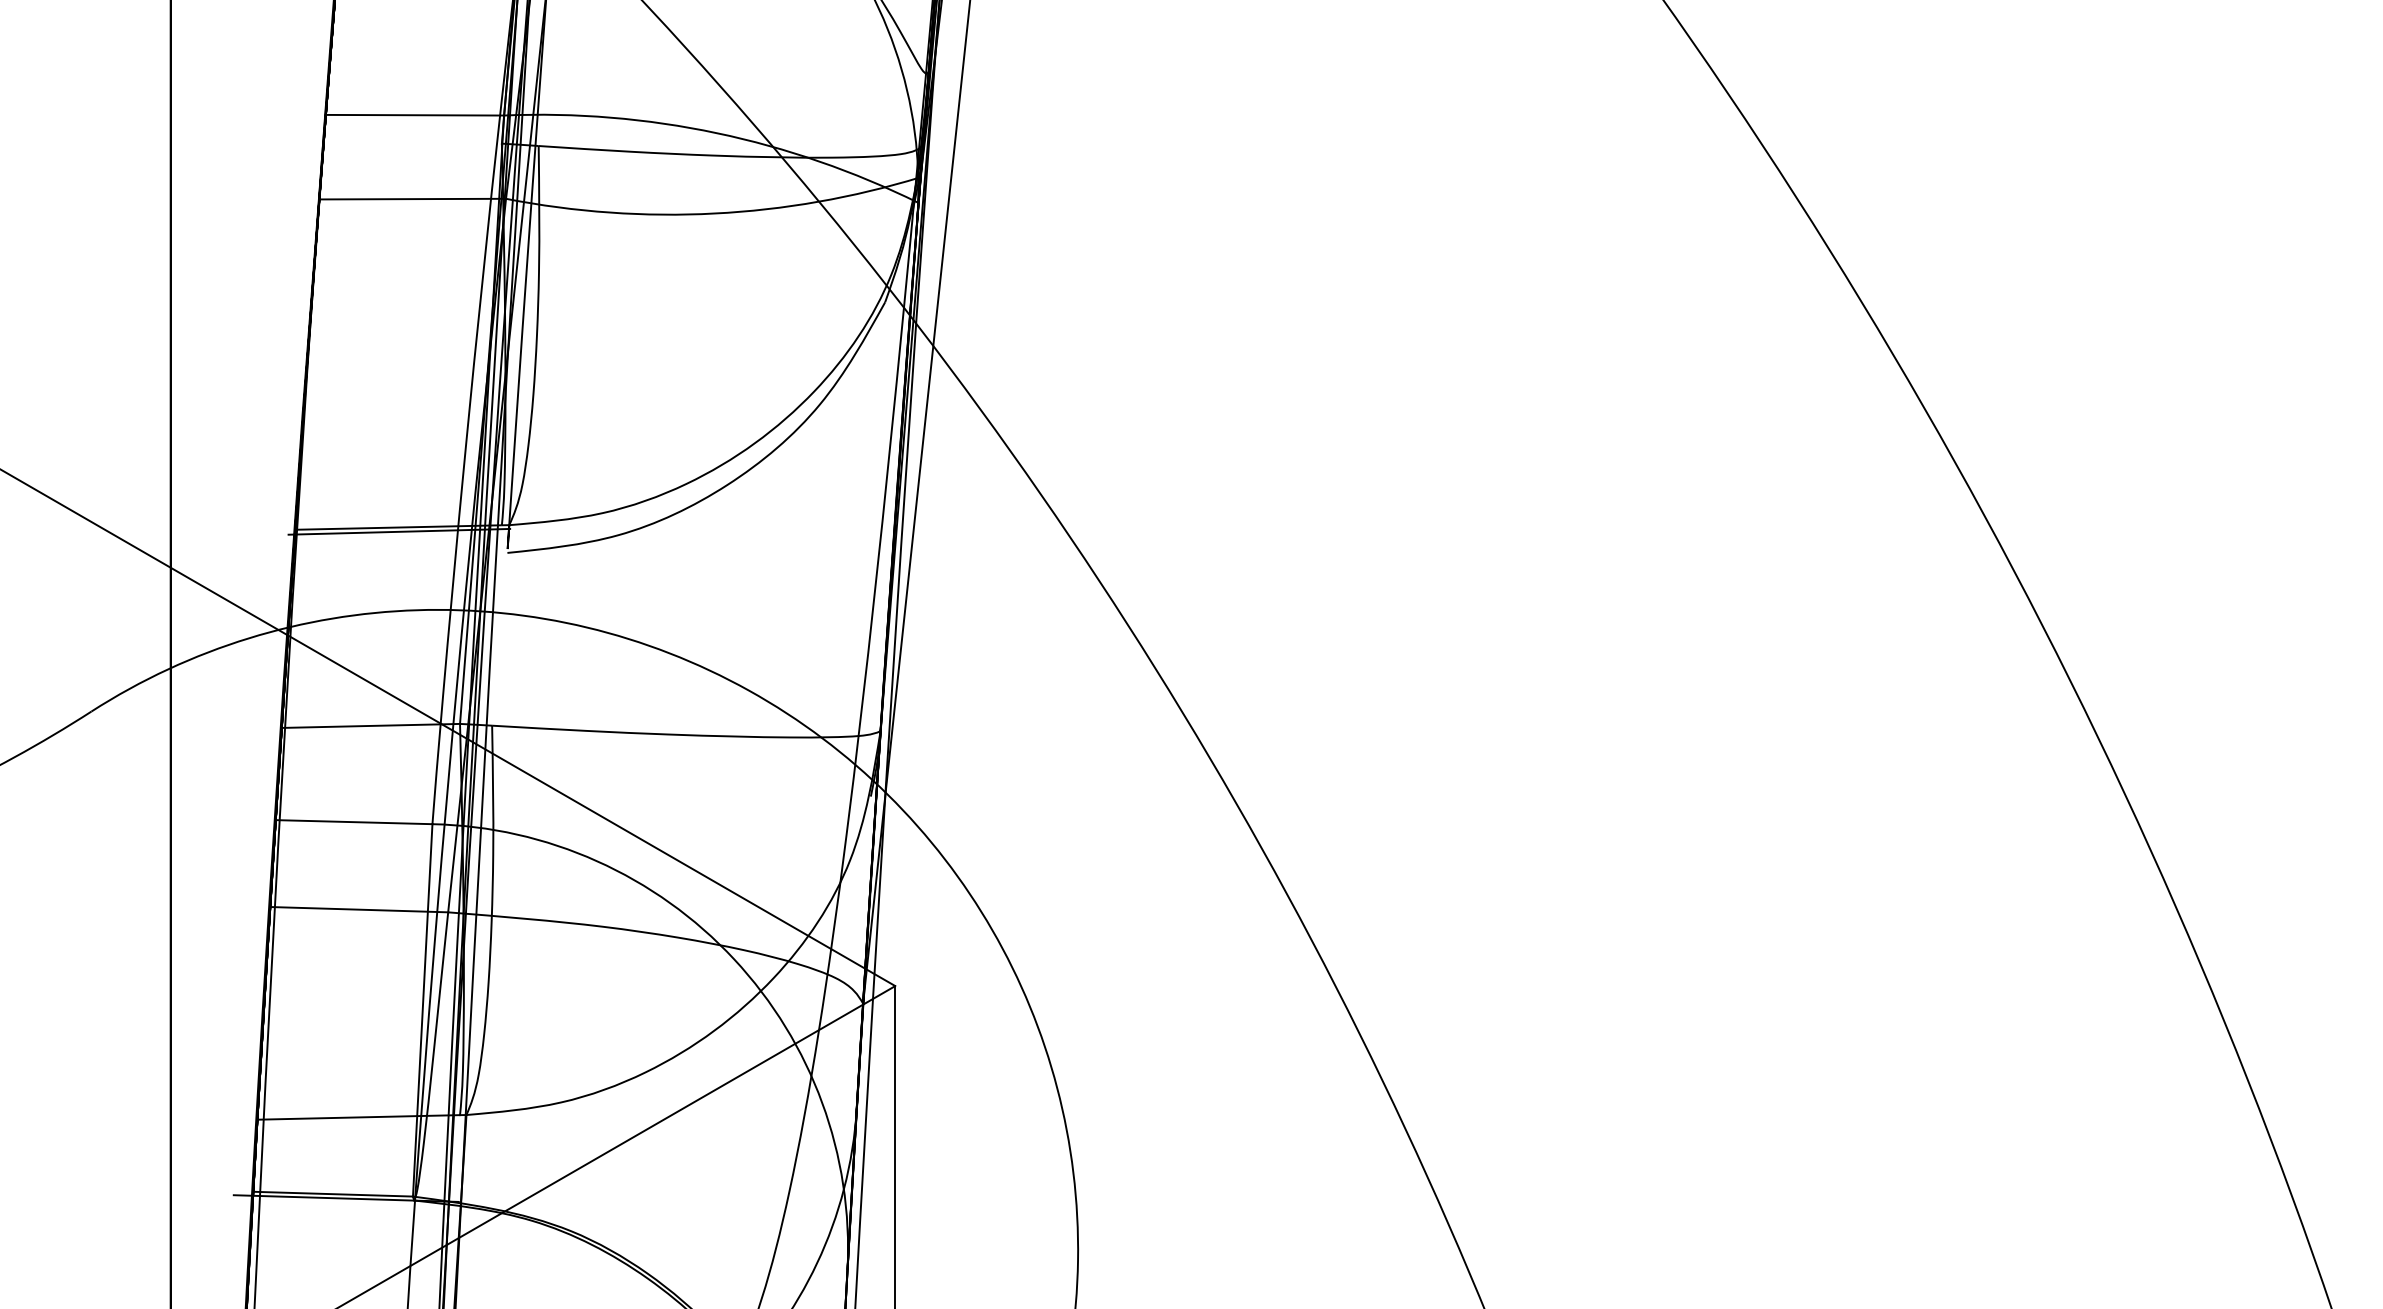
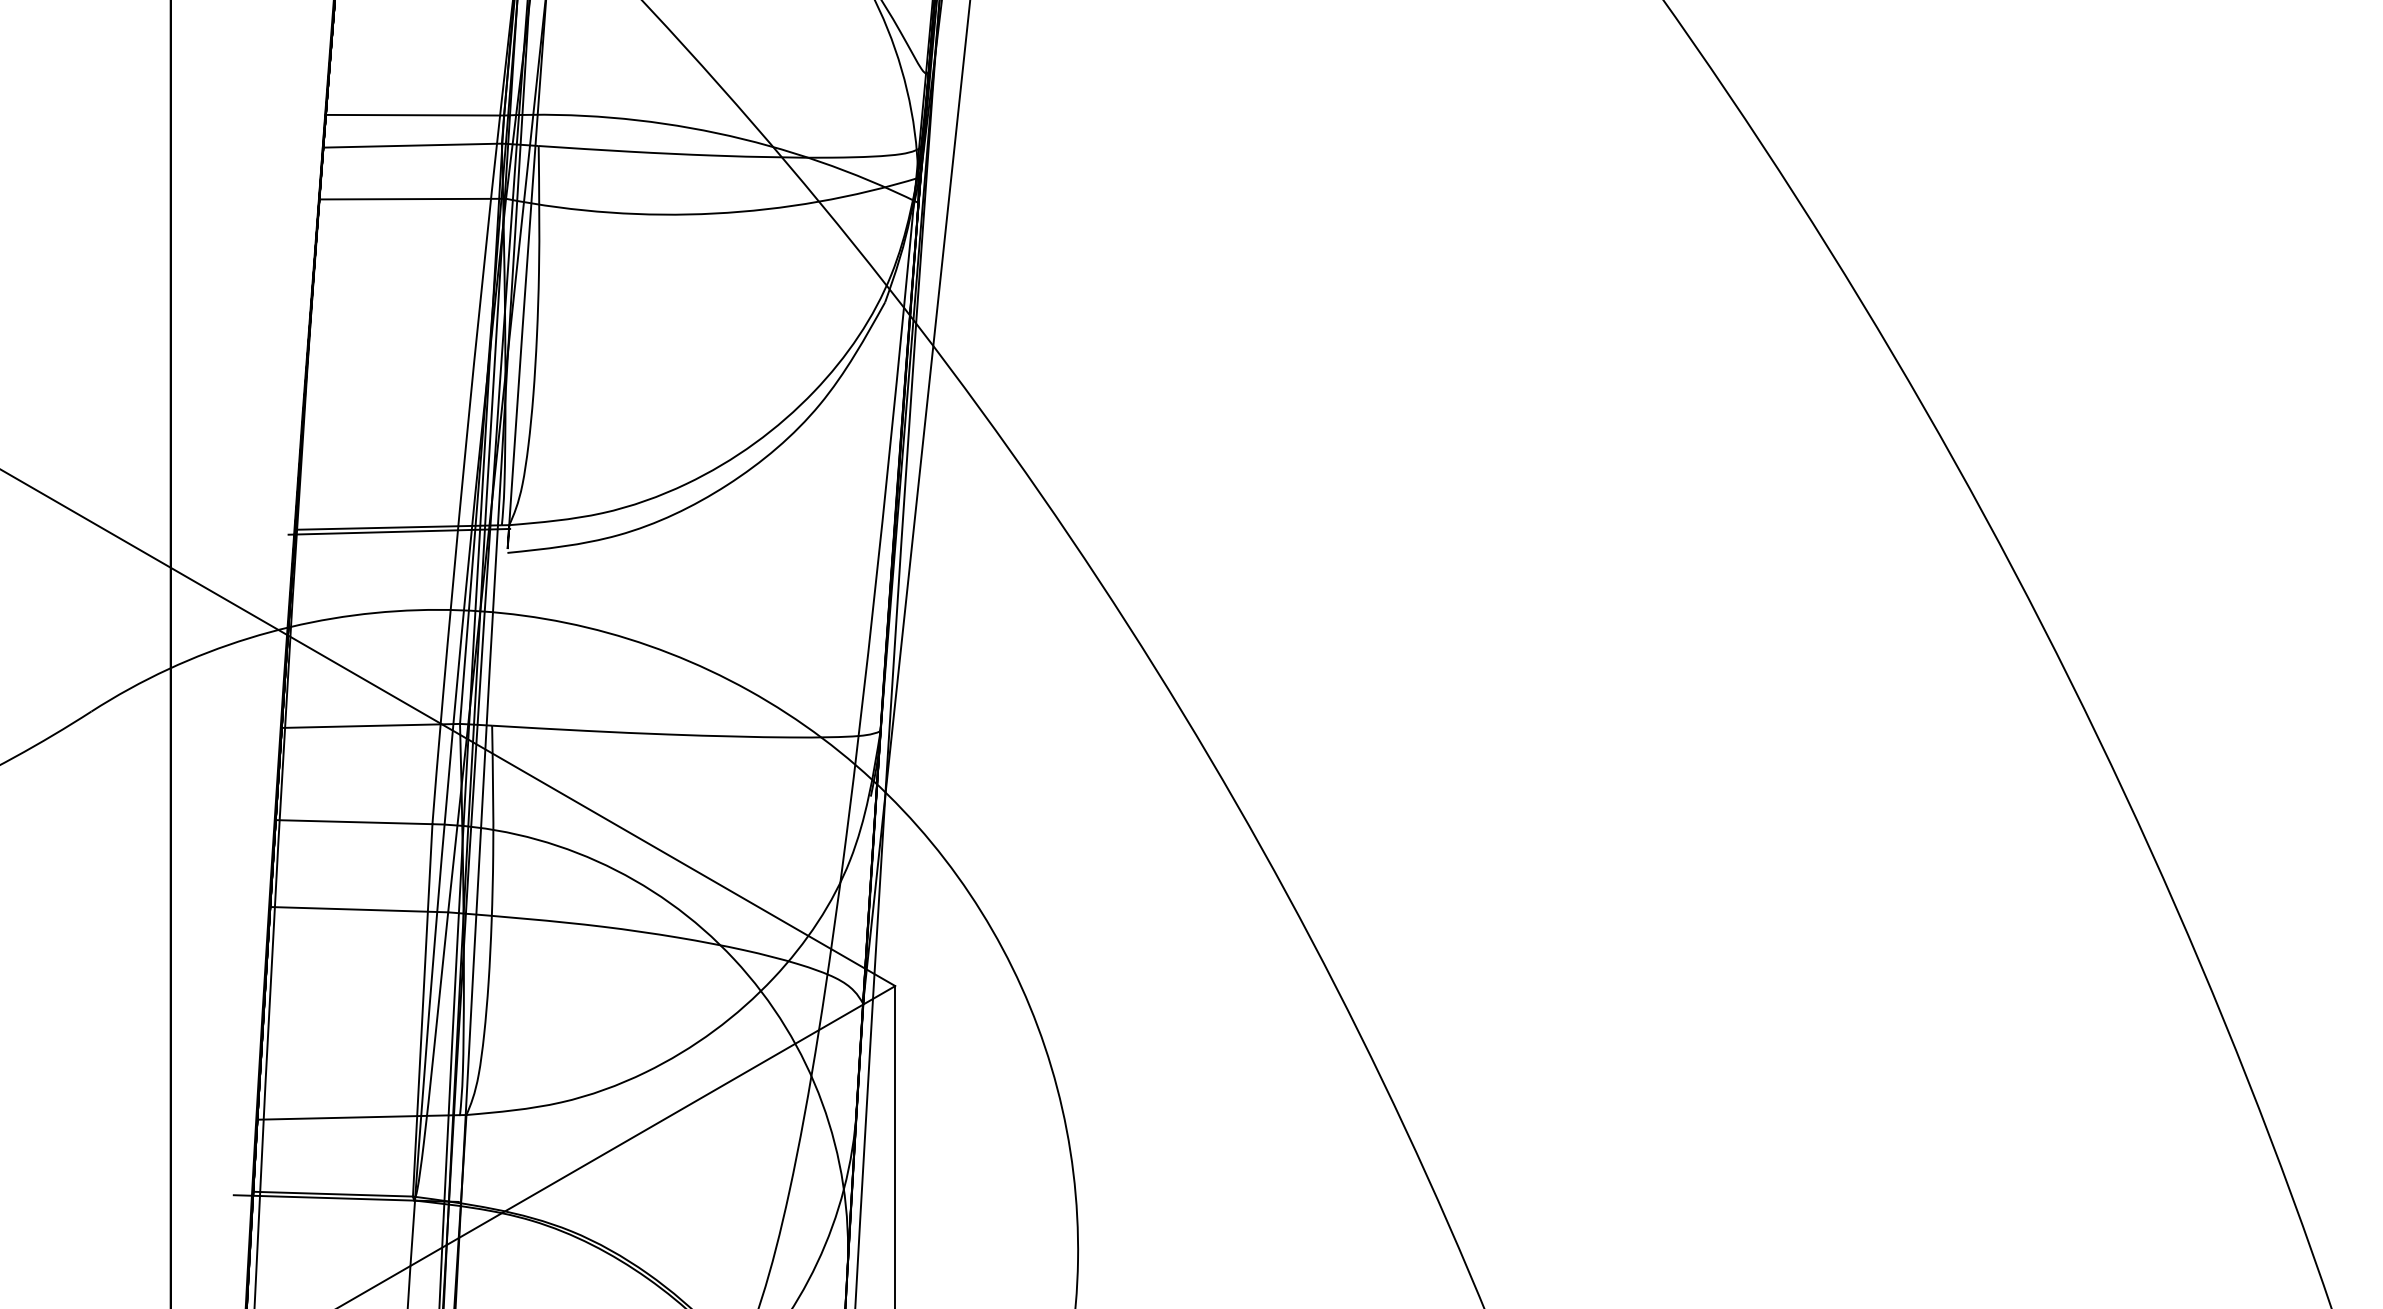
line at (412, 145): none -> present
